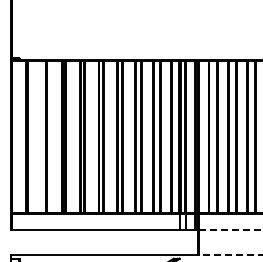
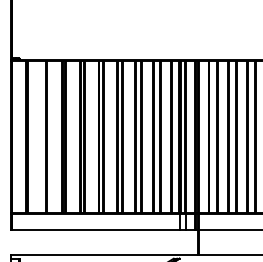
line at (231, 229): dashed -> solid
line at (230, 255): dashed -> solid
